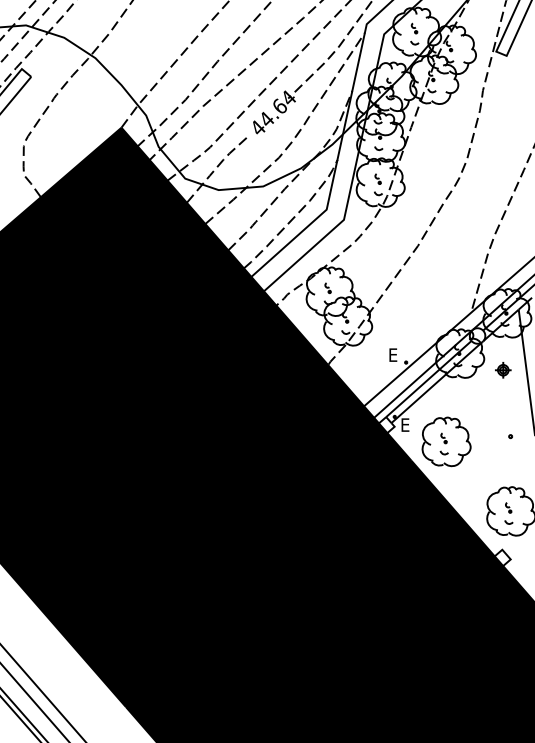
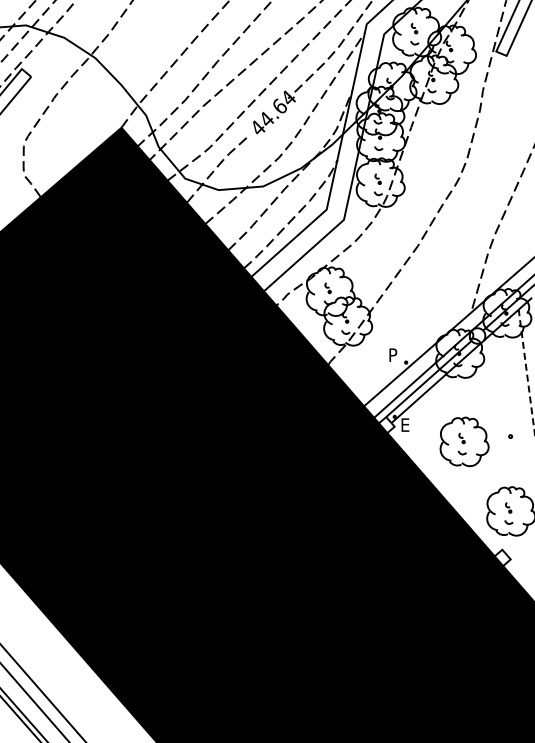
text at (394, 354): E -> P
part at (503, 370): present -> none
line at (526, 371): solid -> dashed
part at (446, 441) position: (446, 441) -> (464, 441)
